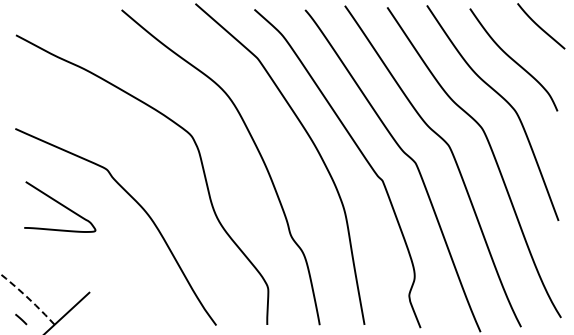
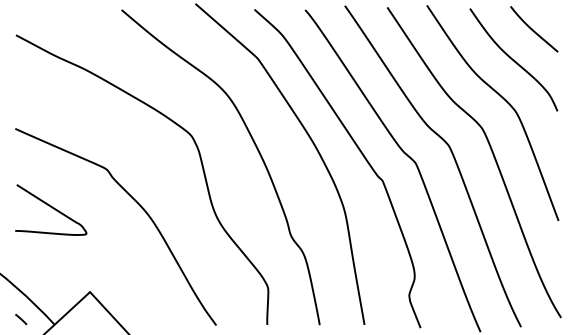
curve at (540, 26) position: (540, 26) -> (533, 29)
curve at (61, 205) position: (61, 205) -> (52, 208)
arc at (27, 297): dashed -> solid
line at (108, 311): none -> present
